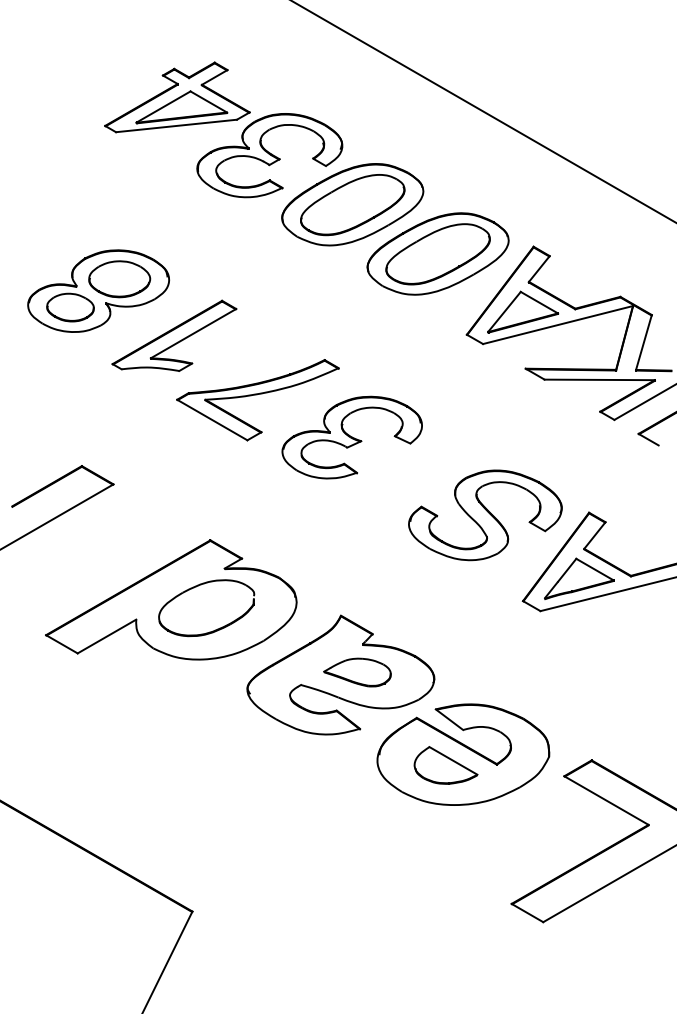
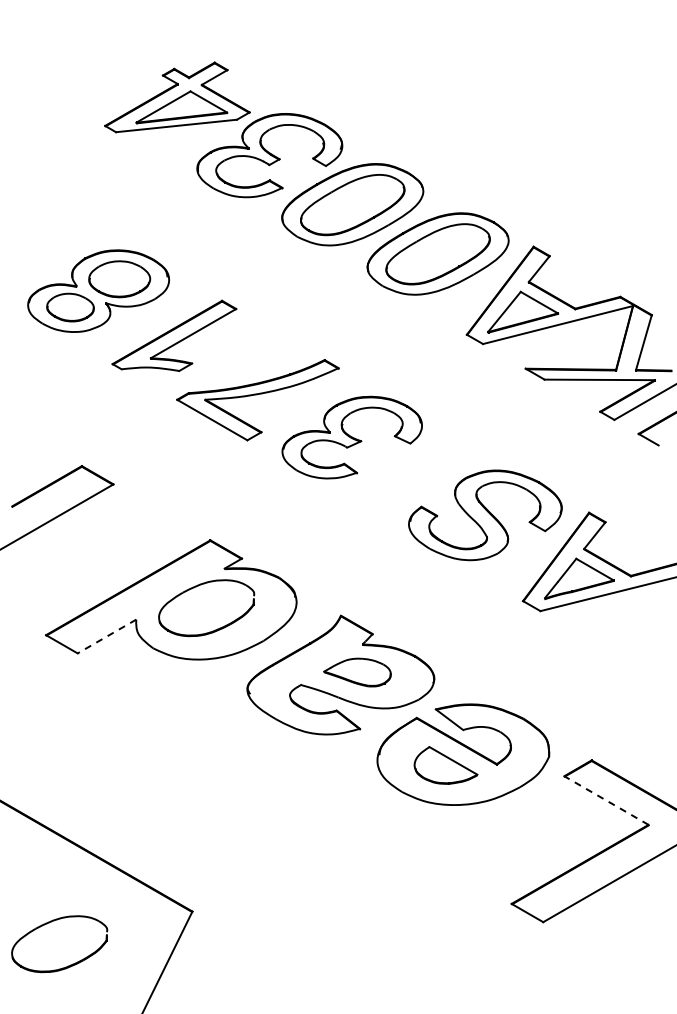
line at (483, 111): present -> none
line at (106, 636): solid -> dashed
line at (606, 800): solid -> dashed
part at (65, 966): none -> present
